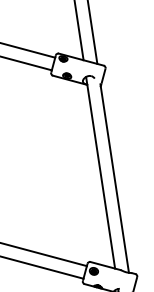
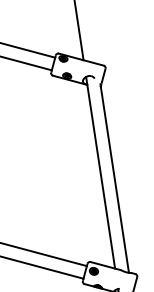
line at (92, 32): present -> none
